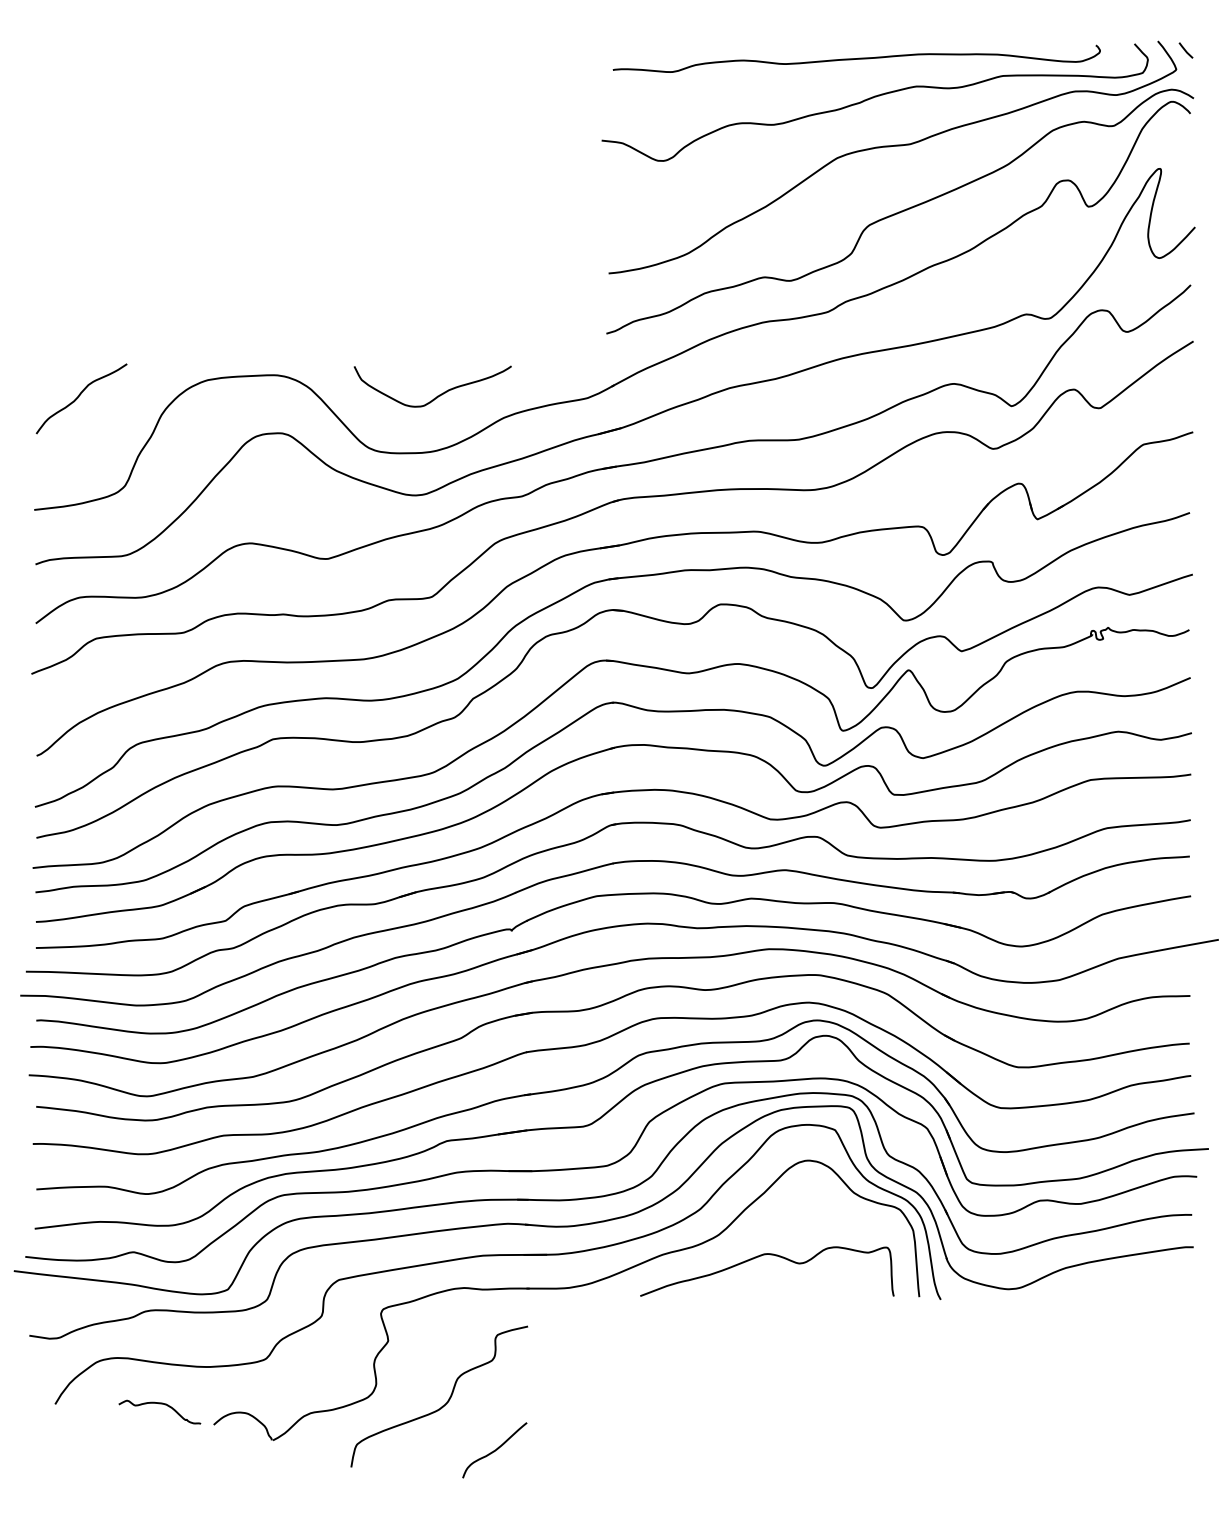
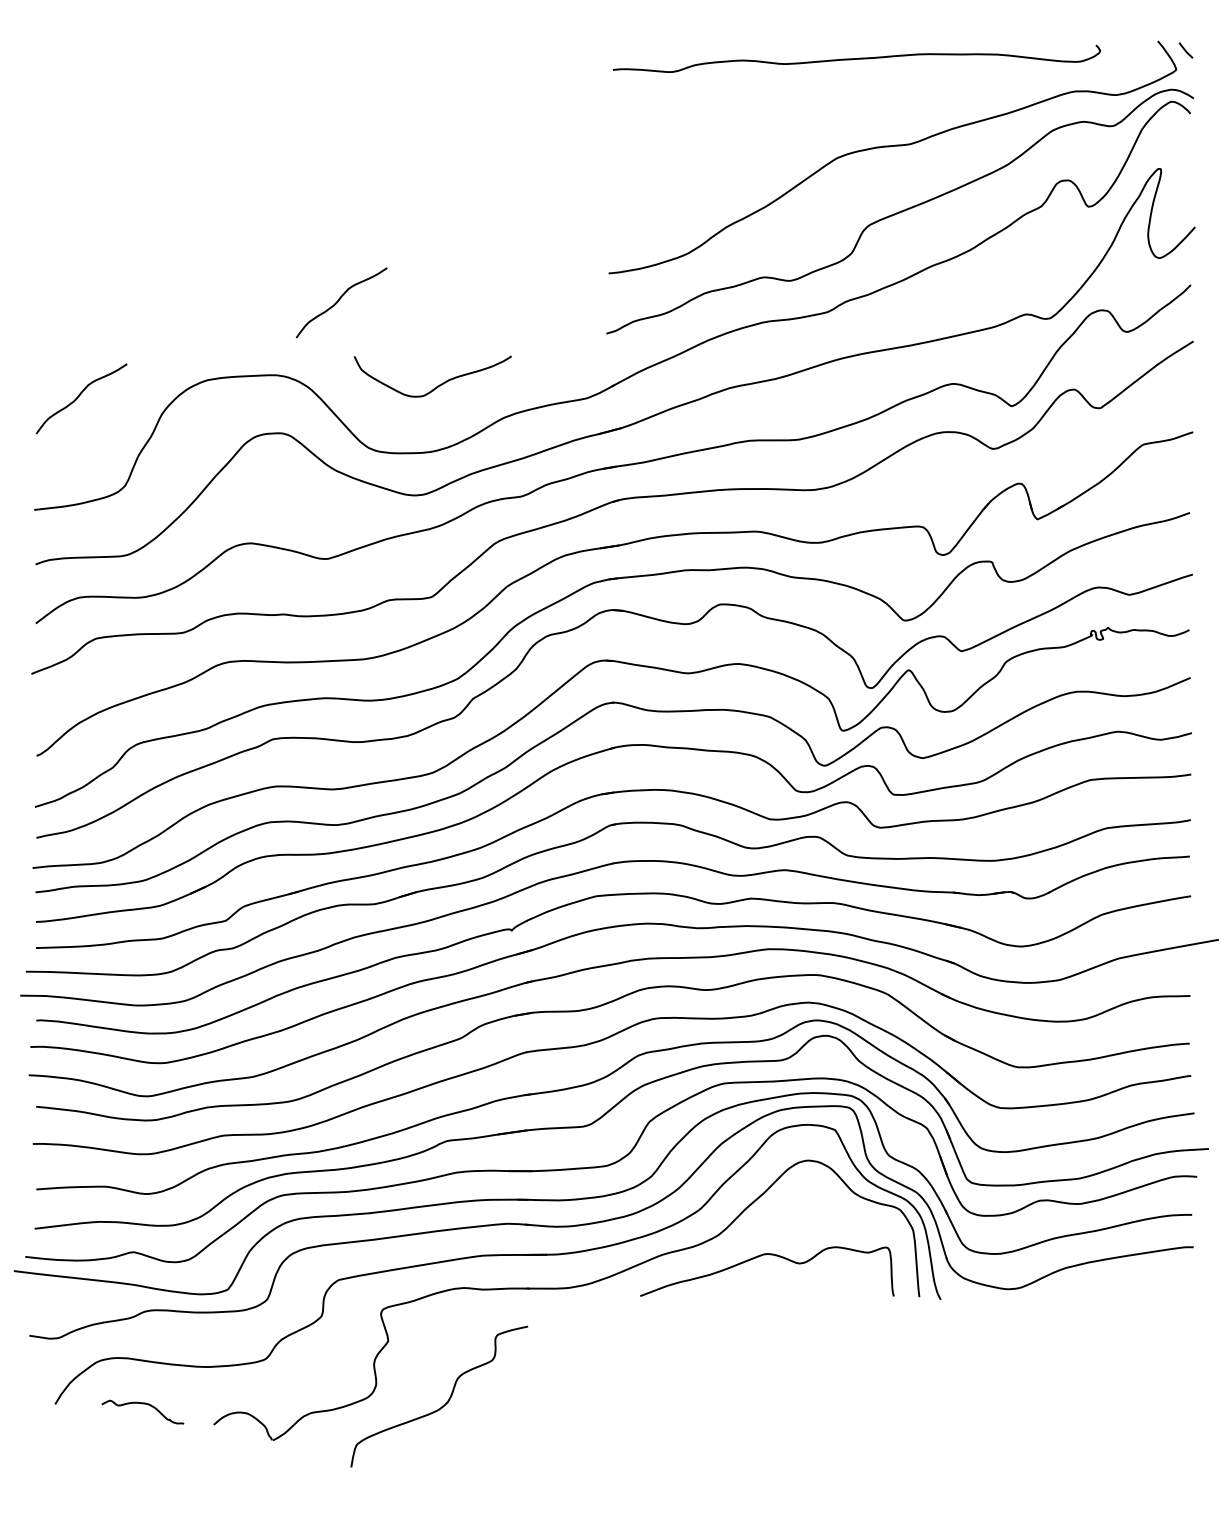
curve at (873, 98): present -> none
curve at (339, 300): none -> present
curve at (437, 395) position: (437, 395) -> (437, 385)
curve at (159, 1404) position: (159, 1404) -> (142, 1404)
curve at (494, 1450): present -> none
